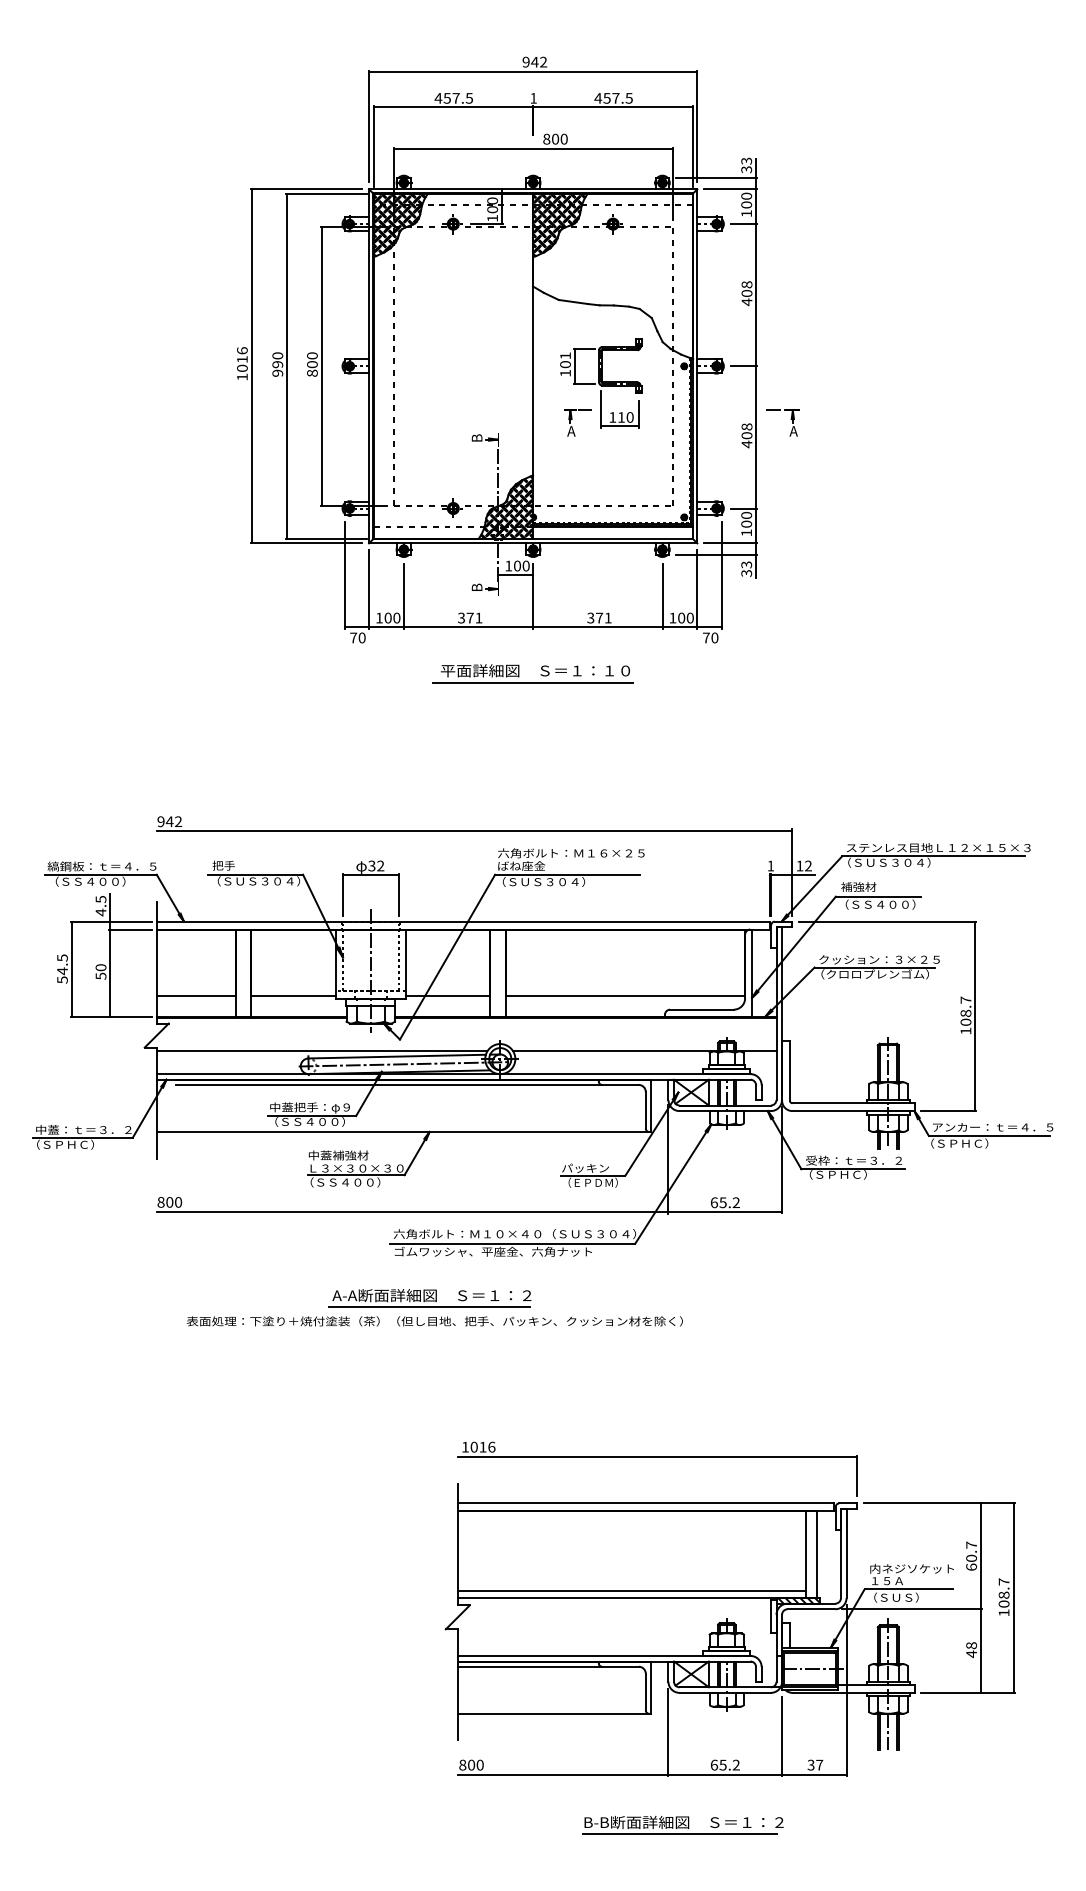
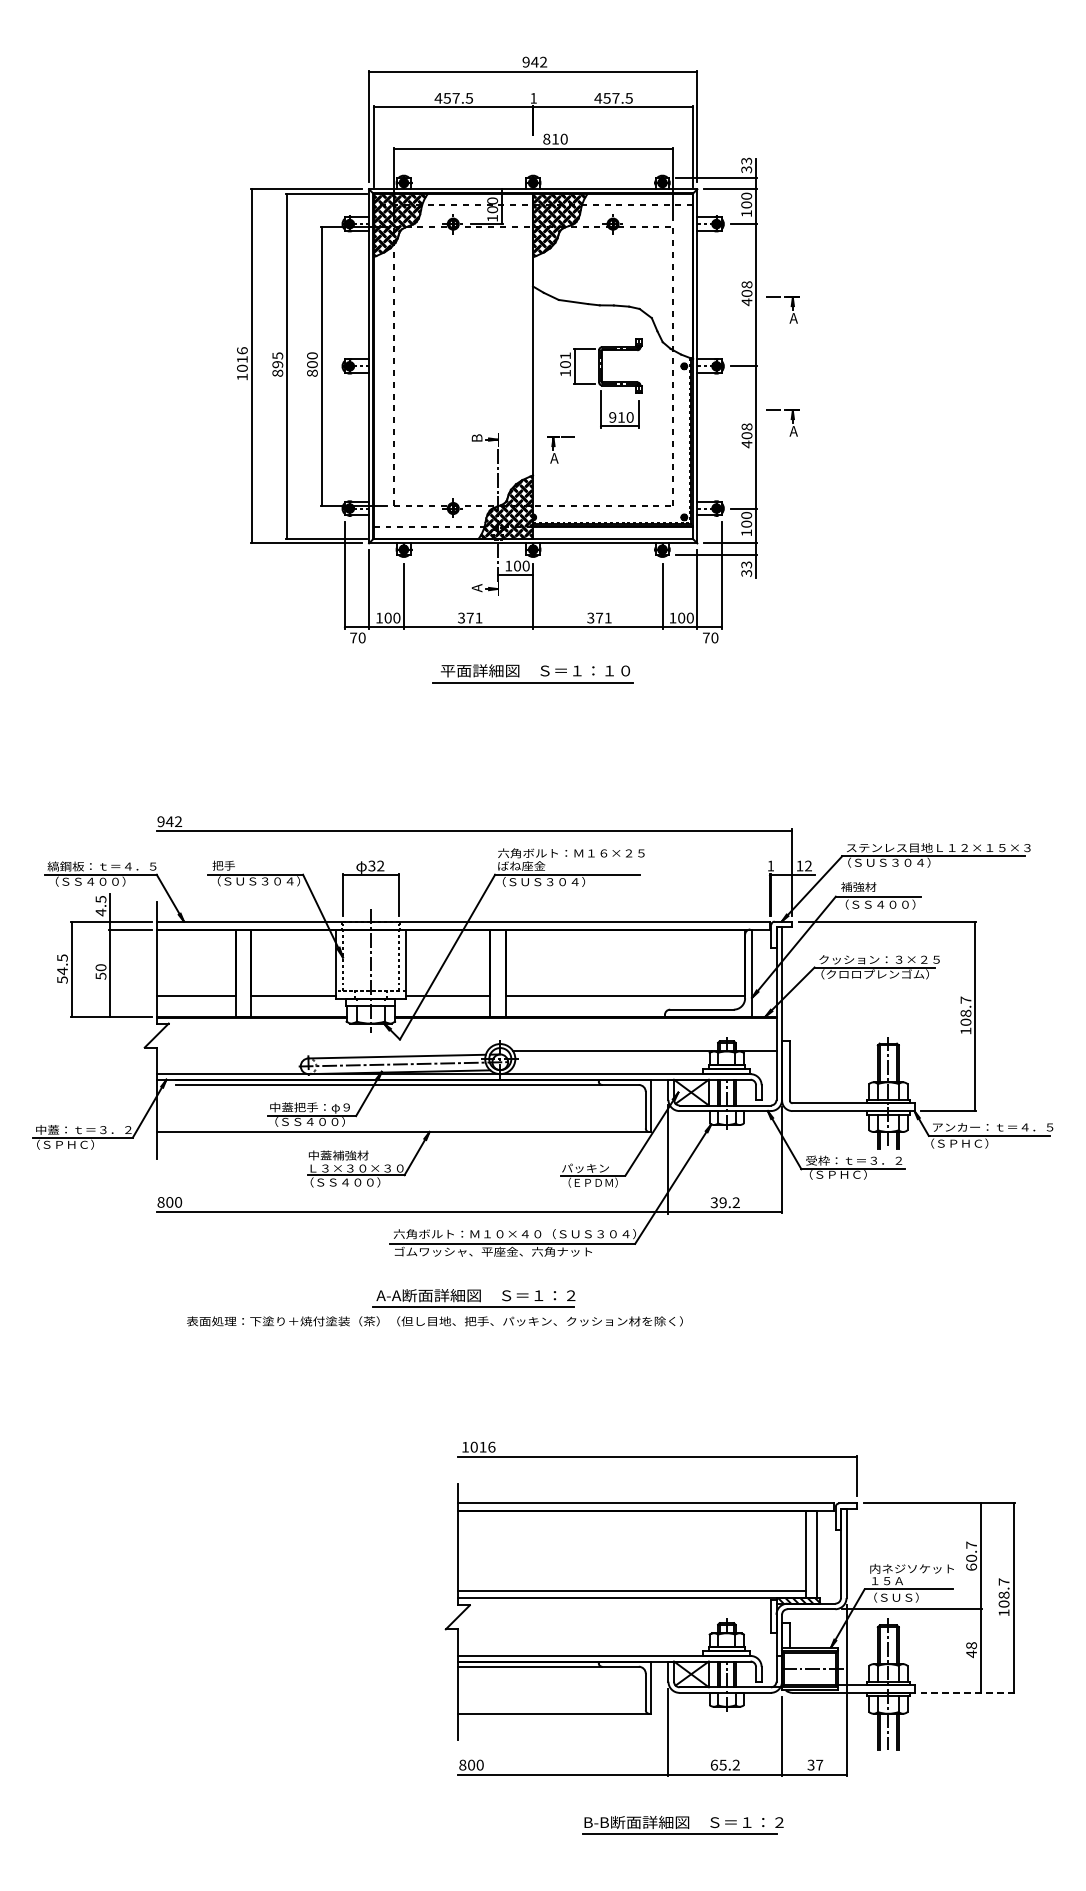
text at (555, 138): 800 -> 810
part at (790, 306): none -> present
text at (277, 364): 990 -> 895
text at (612, 417): 110 -> 910
part at (577, 422) position: (577, 422) -> (560, 449)
text at (476, 587): B -> A
line at (321, 1051): present -> none
text at (718, 1202): 65.2 -> 39.2
part at (429, 1298) position: (429, 1298) -> (473, 1298)
line at (968, 1692): solid -> dashed
